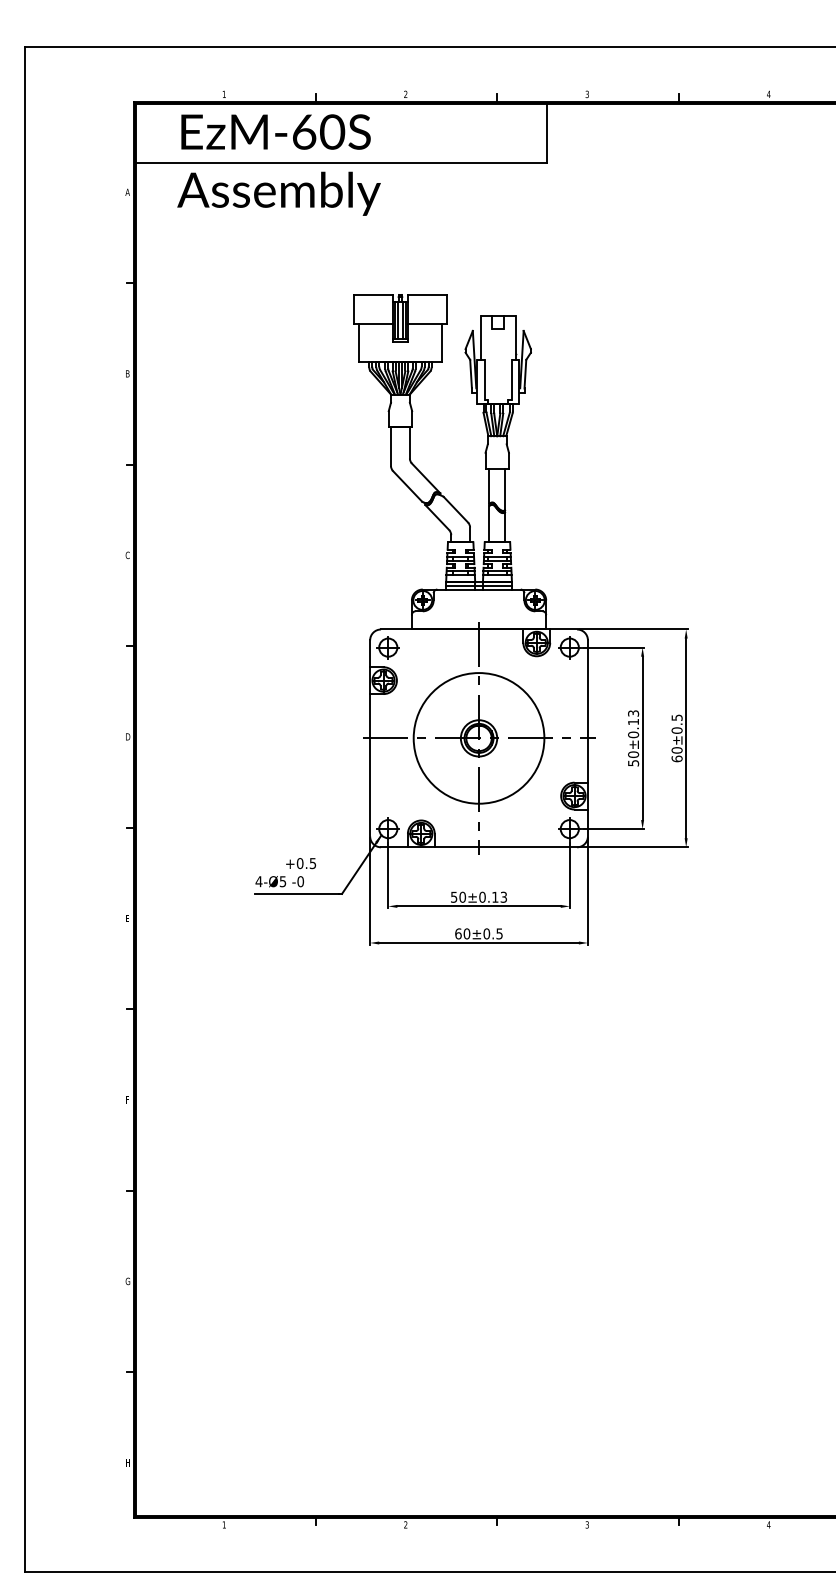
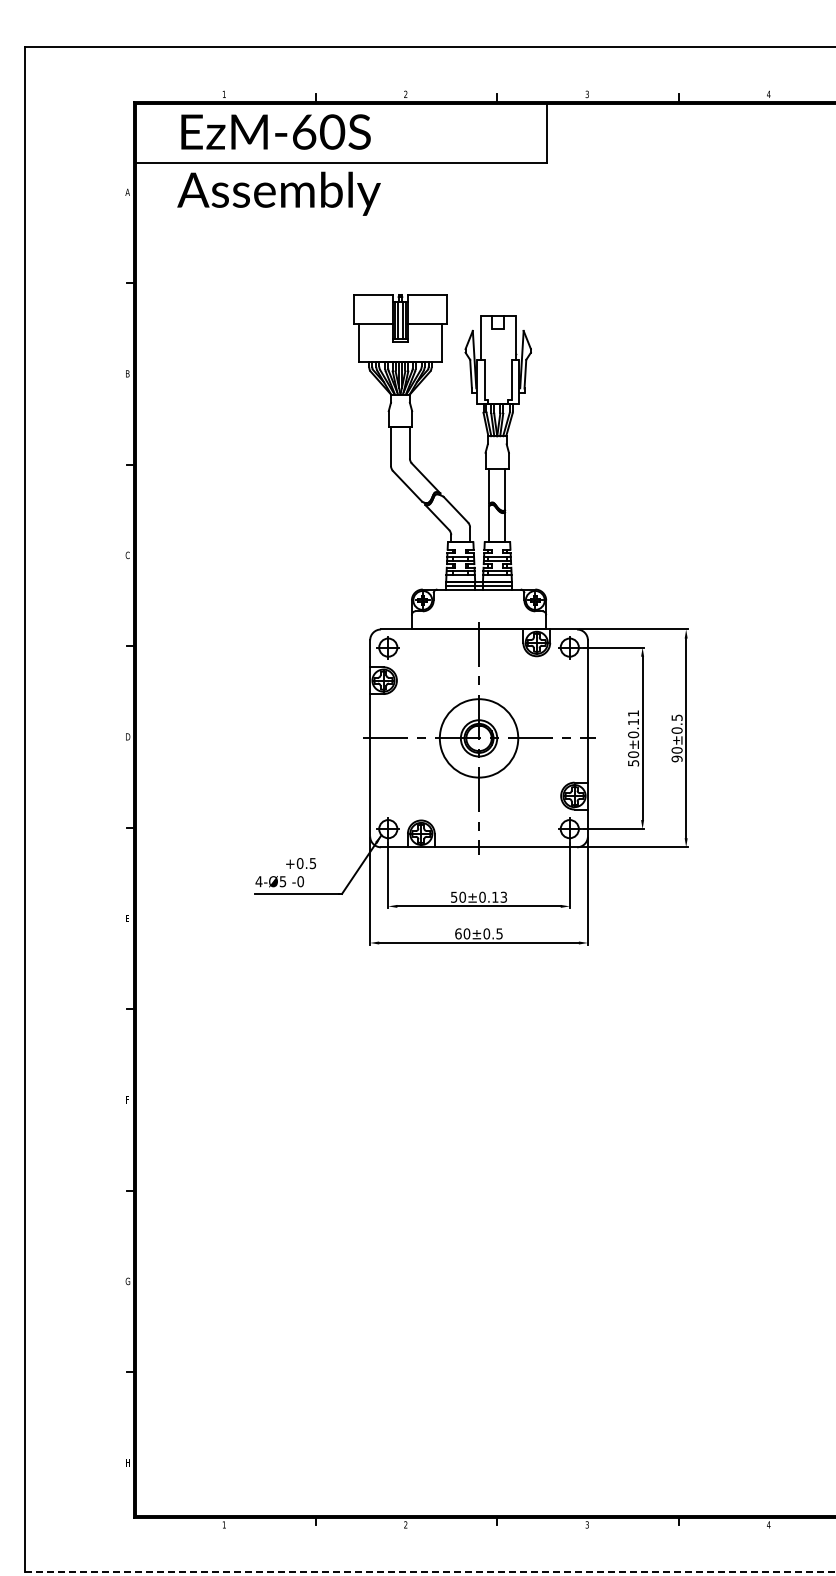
text at (633, 713): 50±0.13 -> 50±0.11
circle at (478, 738) diameter: 131 px -> 78 px
text at (676, 758): 60±0.5 -> 90±0.5
line at (431, 1571): solid -> dashed
